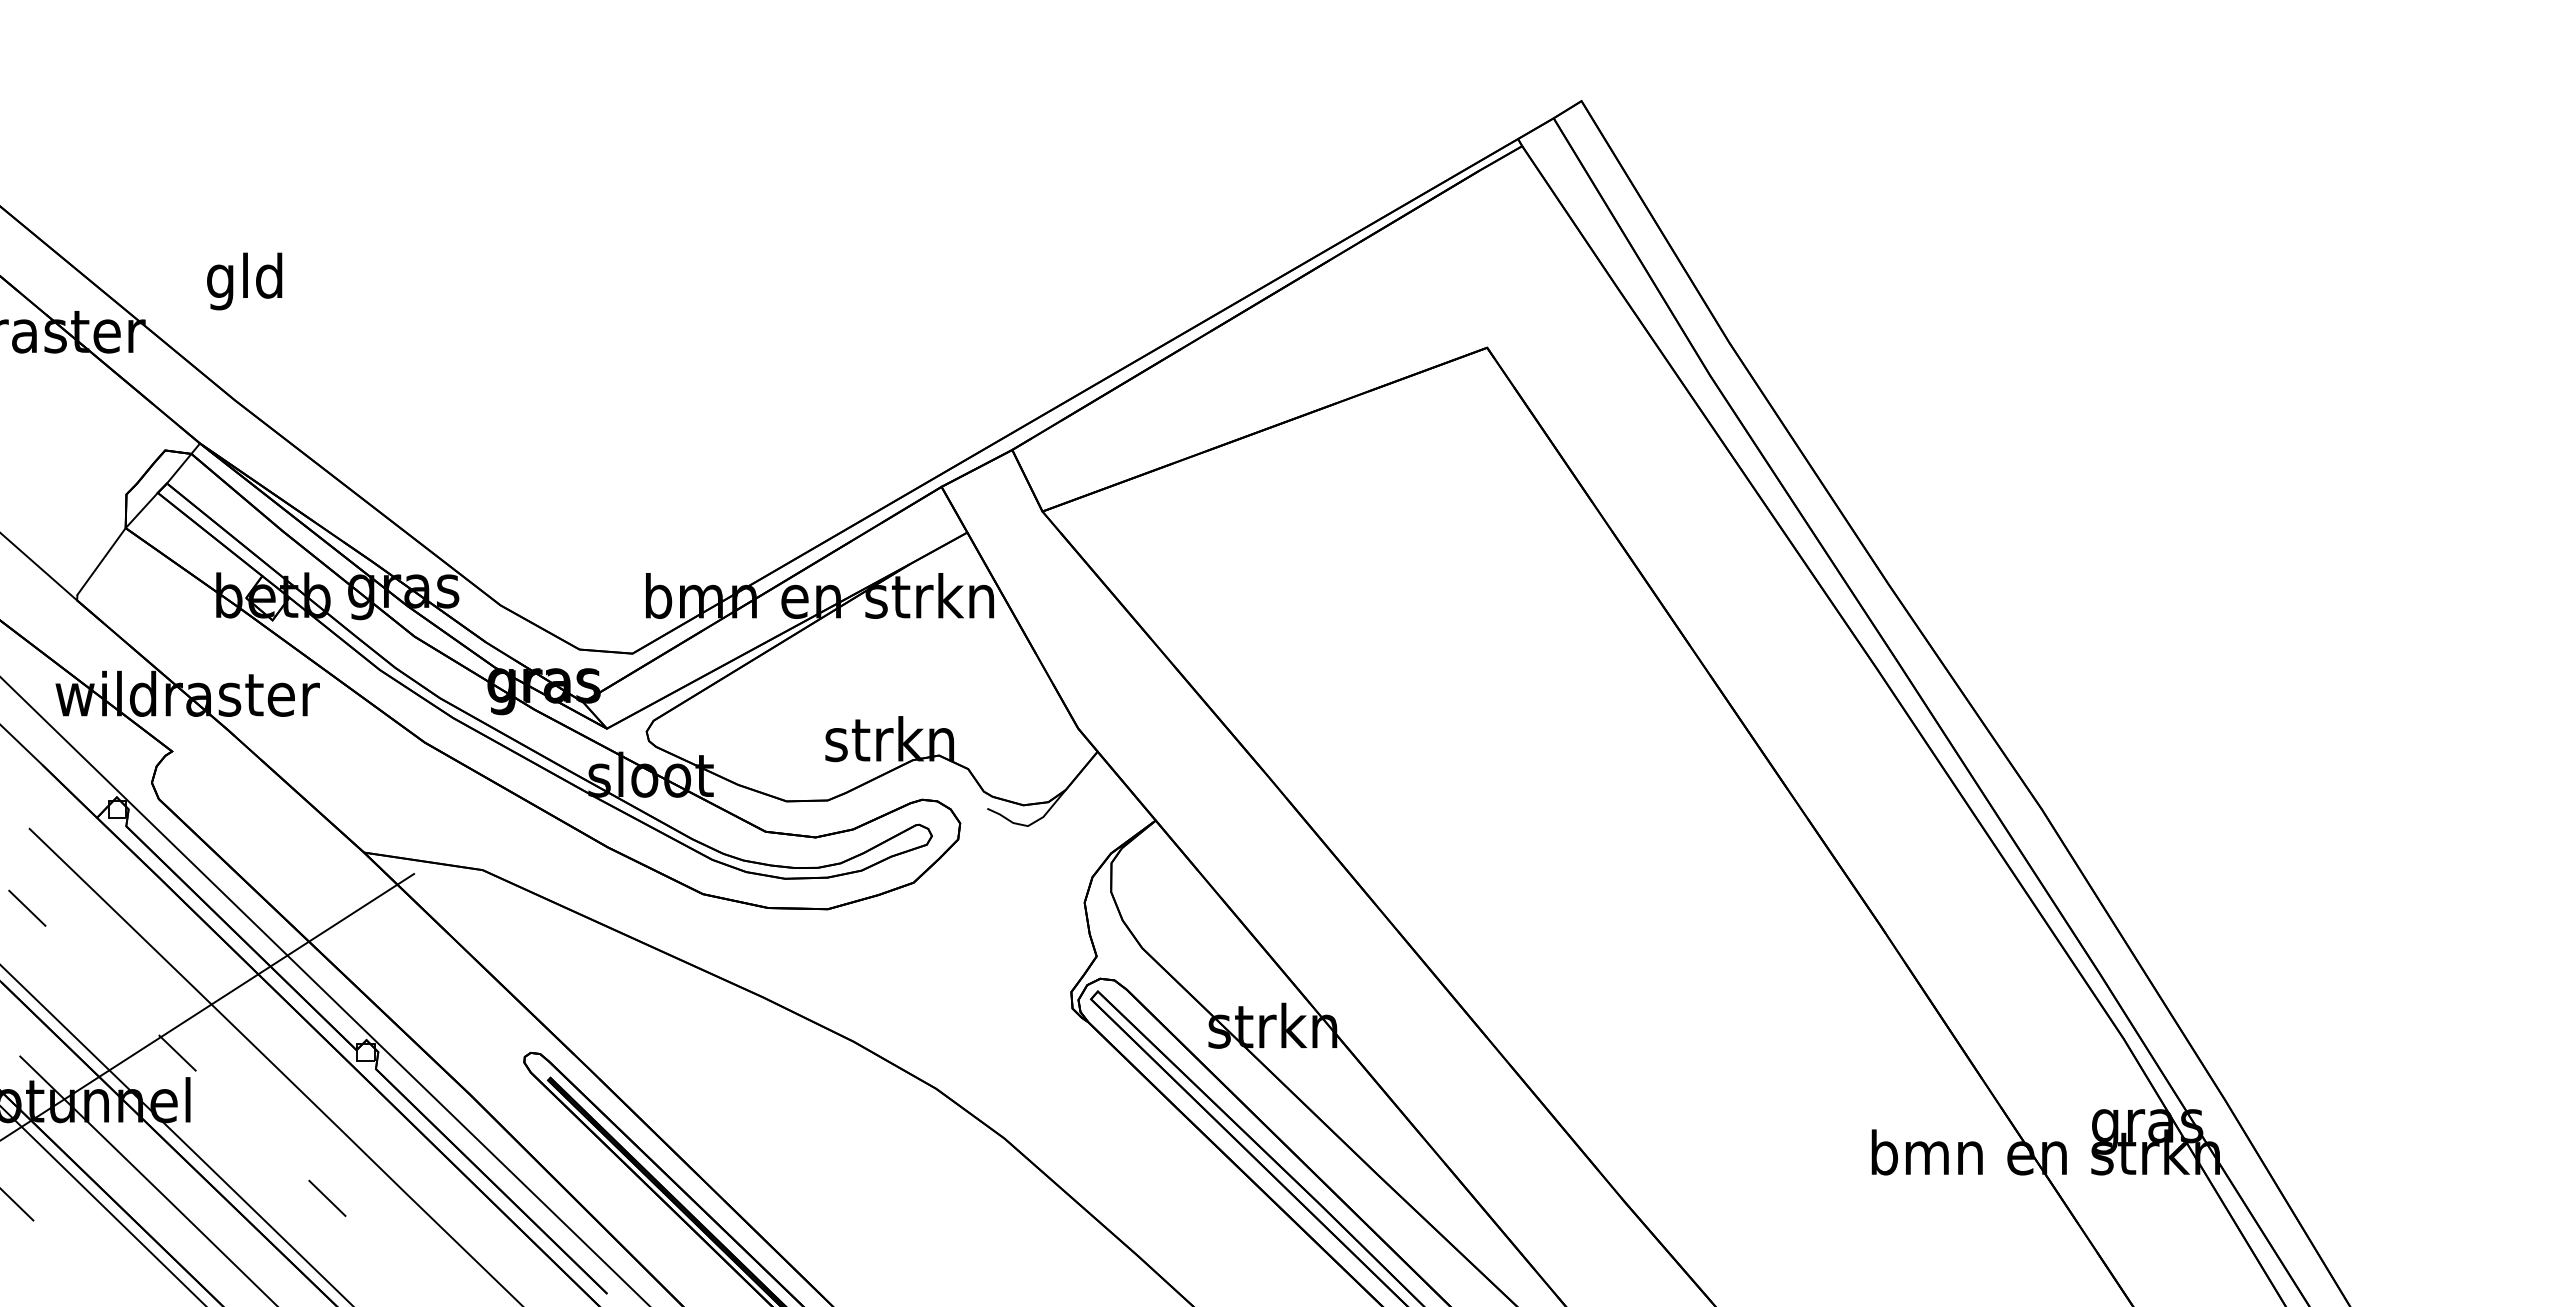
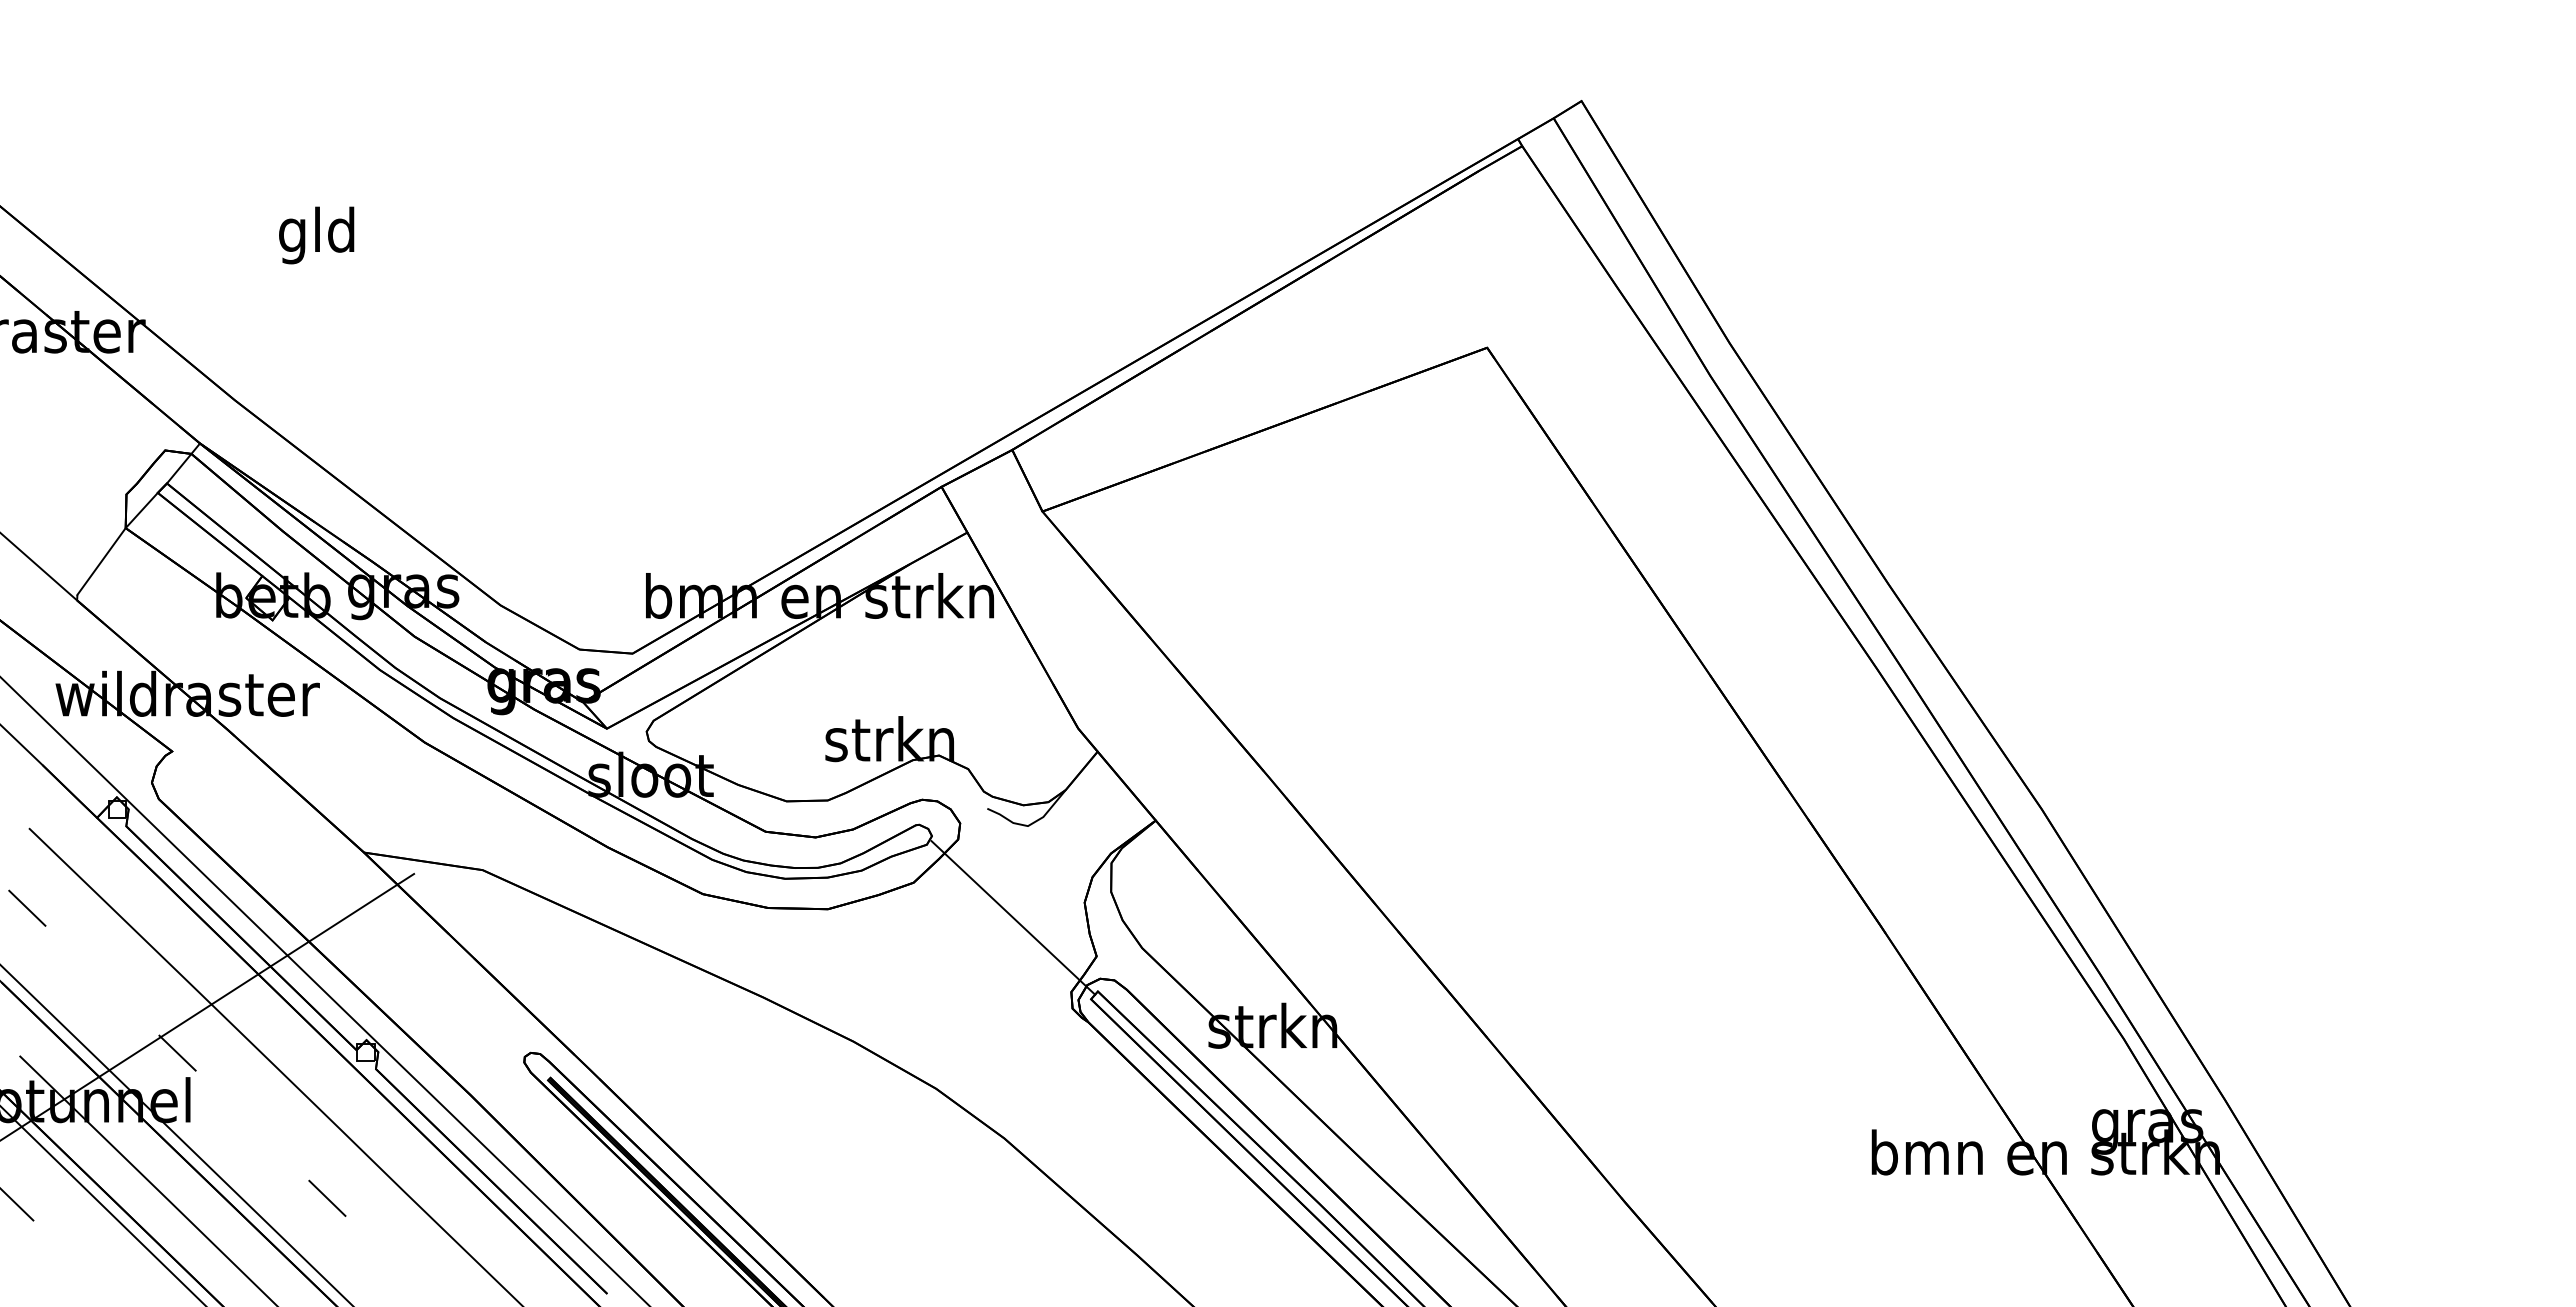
text at (244, 281) position: (244, 281) -> (316, 235)
line at (1013, 917): none -> present
